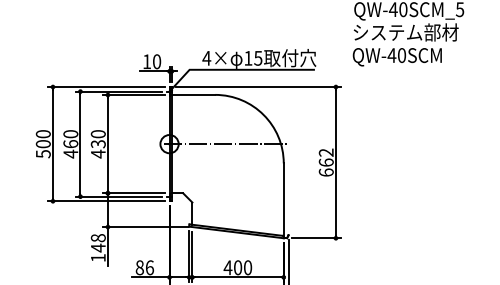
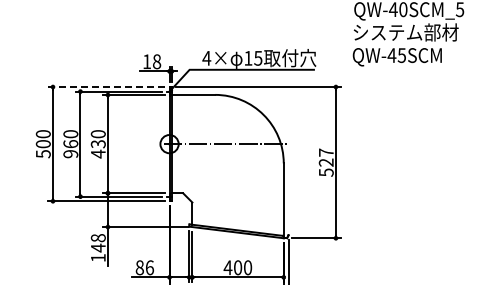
text at (401, 55): QW-40SCM -> QW-45SCM
text at (157, 61): 10 -> 18
line at (106, 87): solid -> dashed
text at (70, 153): 460 -> 960
text at (325, 162): 662 -> 527
